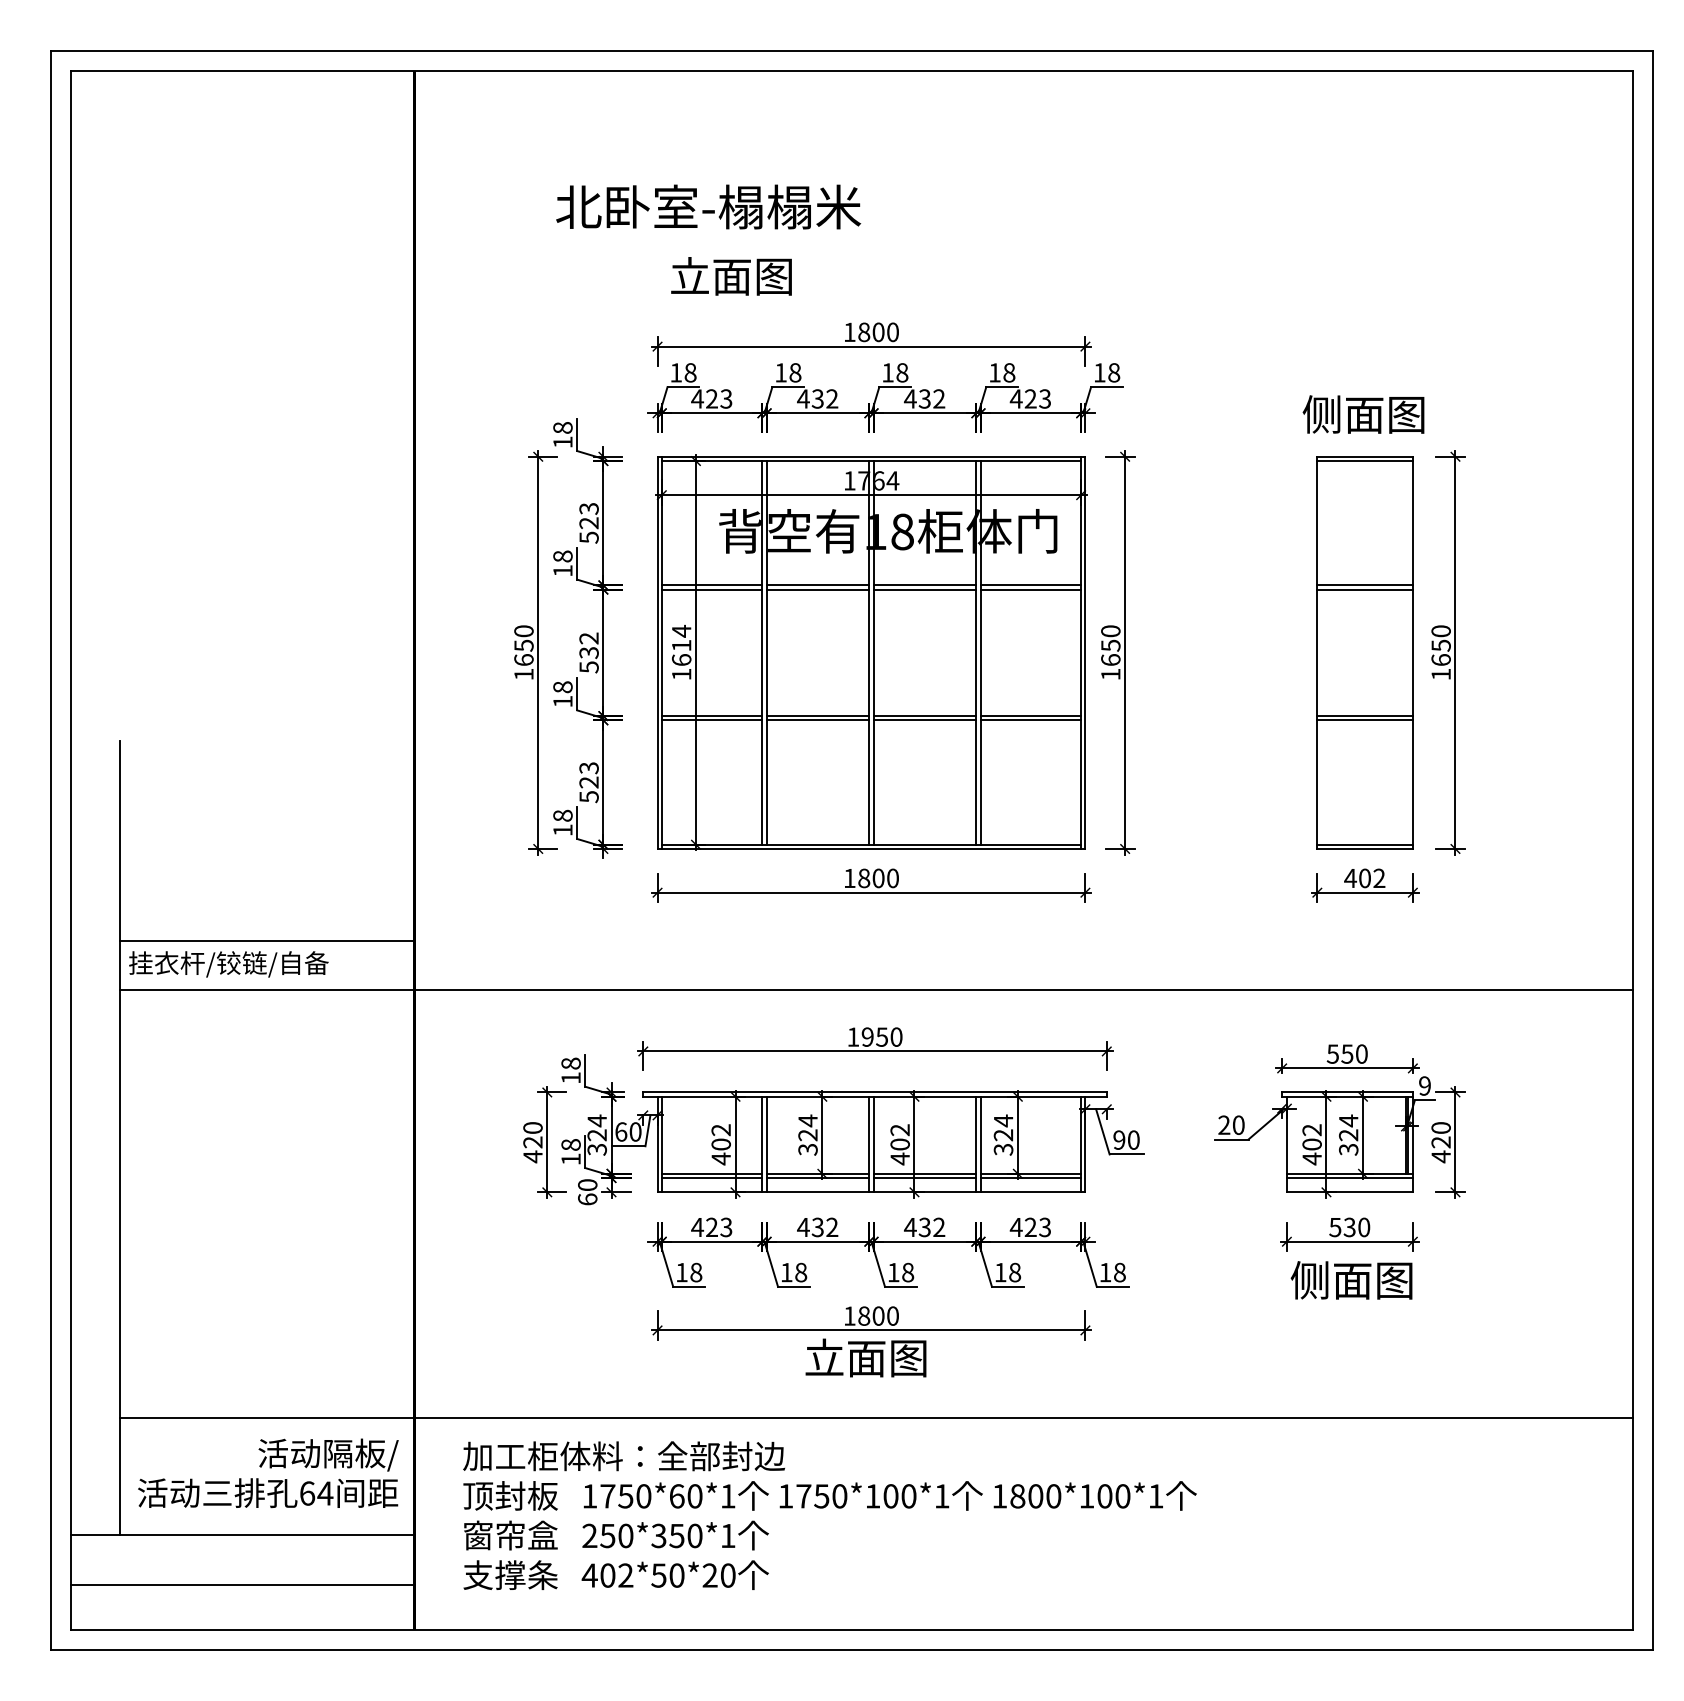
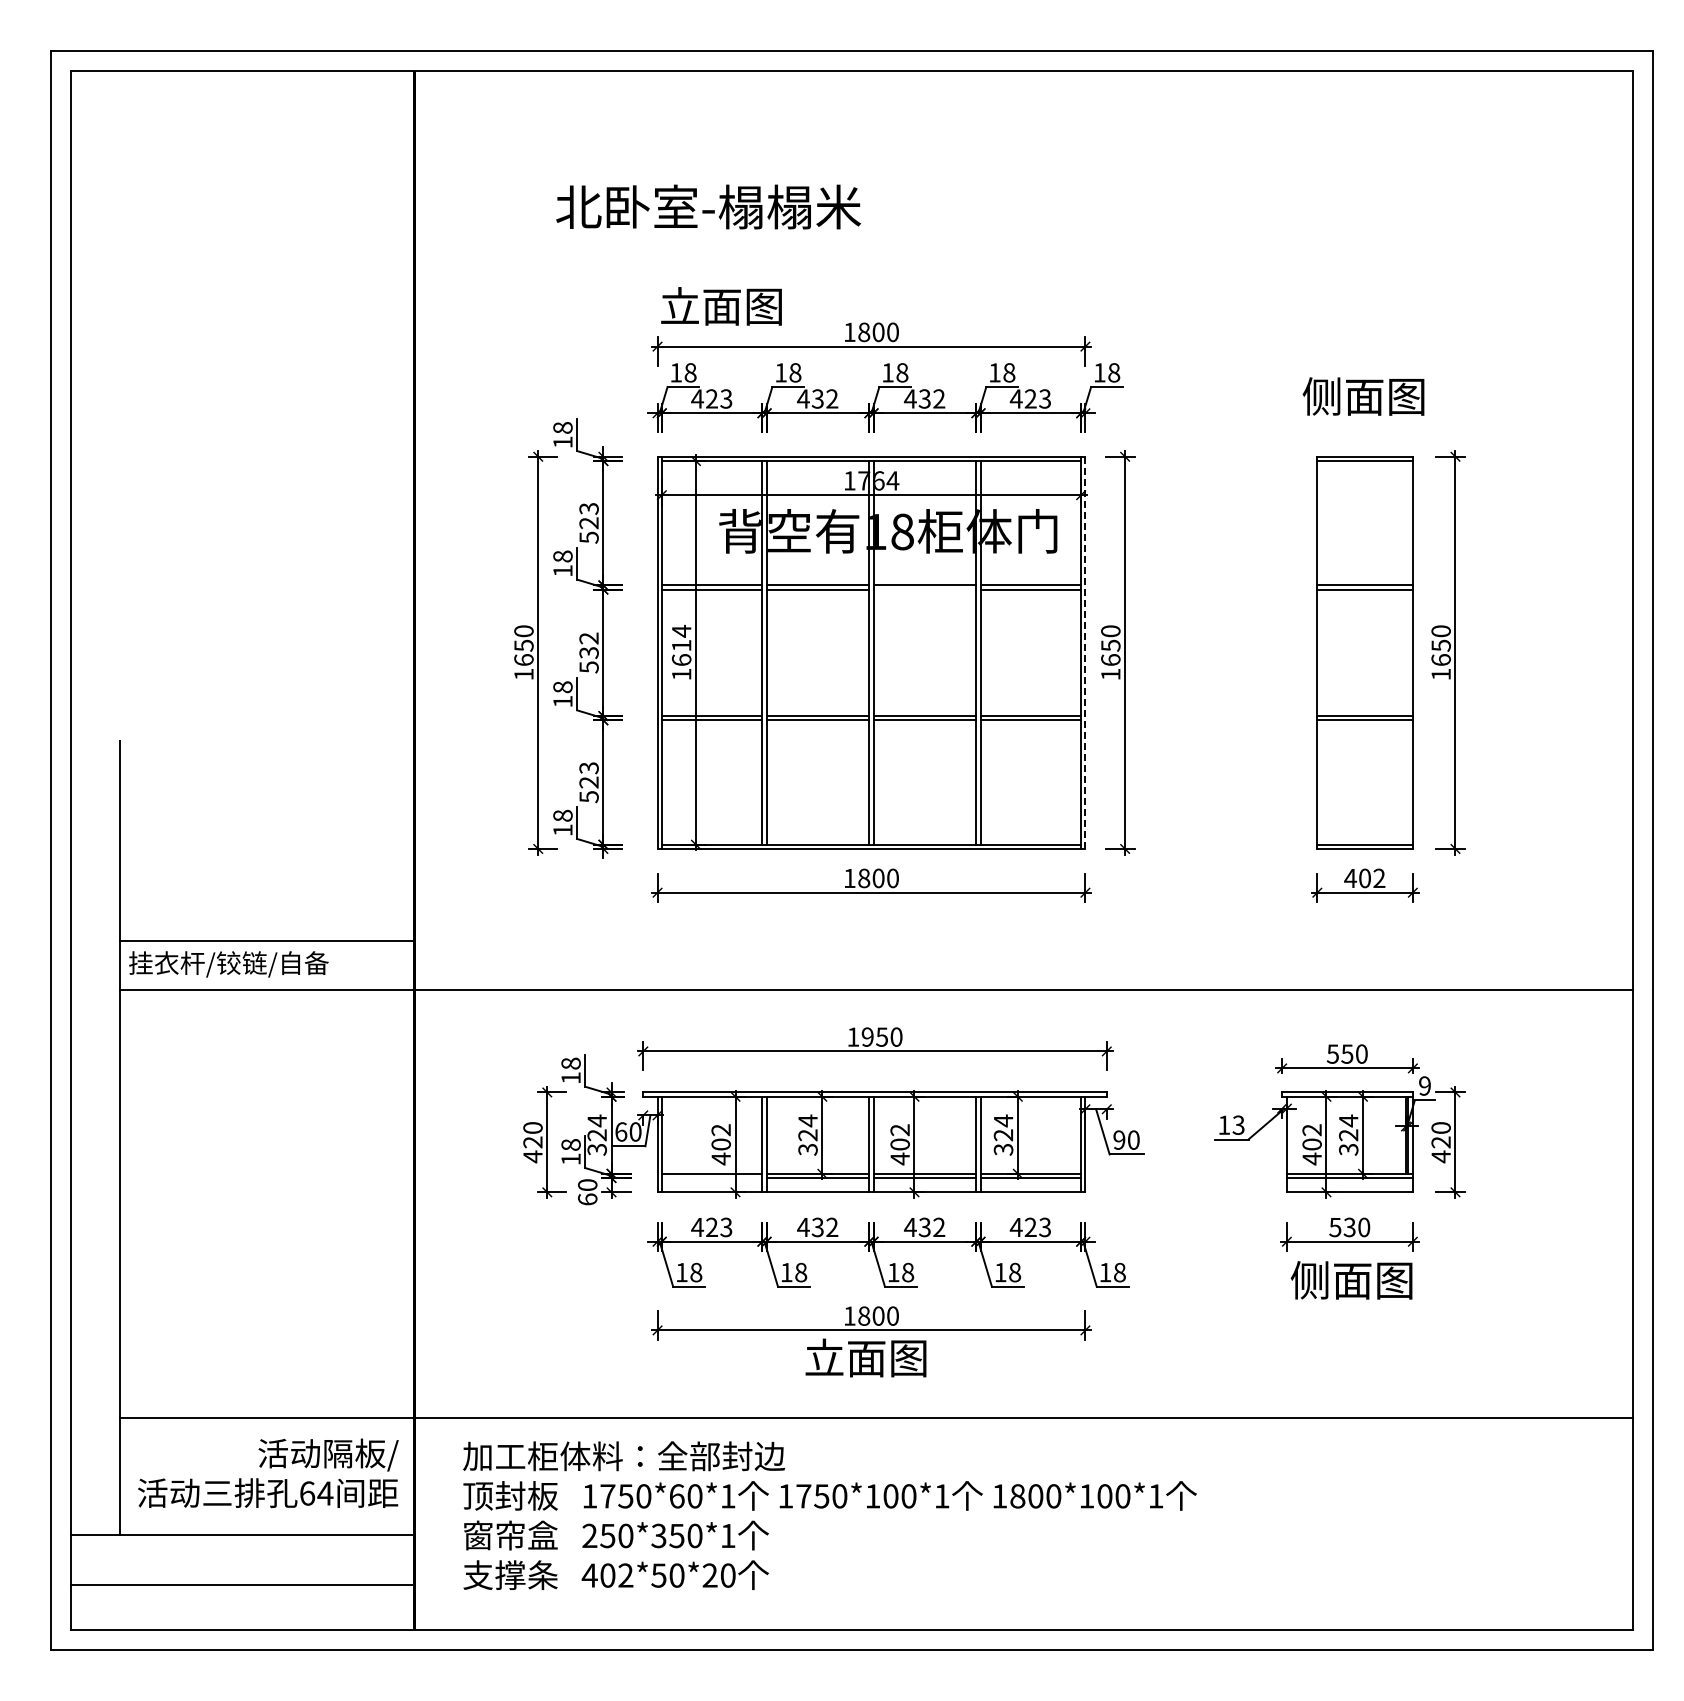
text at (731, 276) position: (731, 276) -> (721, 306)
text at (1363, 414) position: (1363, 414) -> (1363, 396)
line at (924, 589): present -> none
line at (1085, 652): solid -> dashed
text at (1231, 1124): 20 -> 13
line at (711, 1178): present -> none
